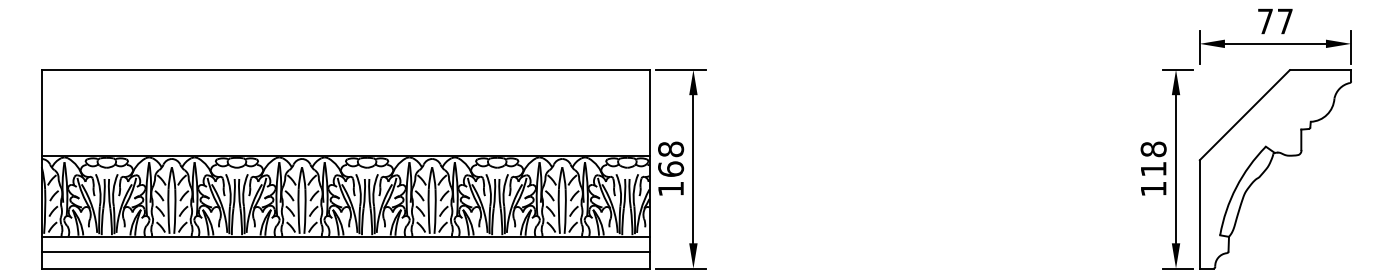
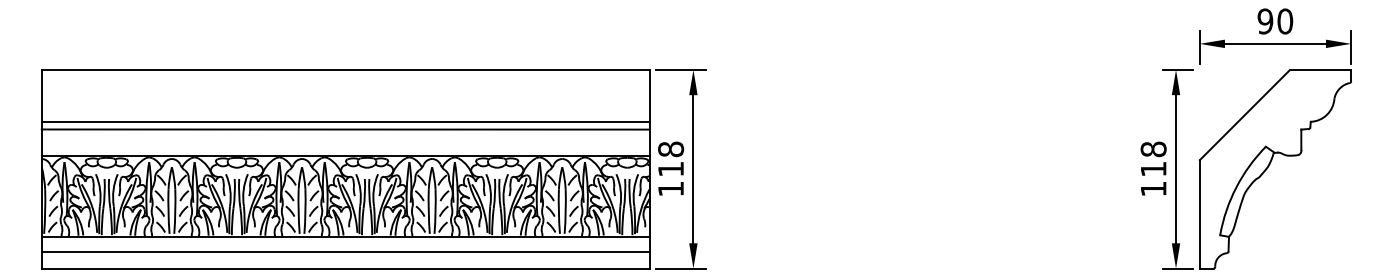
text at (1275, 21): 77 -> 90
line at (345, 121): none -> present
line at (345, 129): none -> present
text at (671, 168): 168 -> 118
